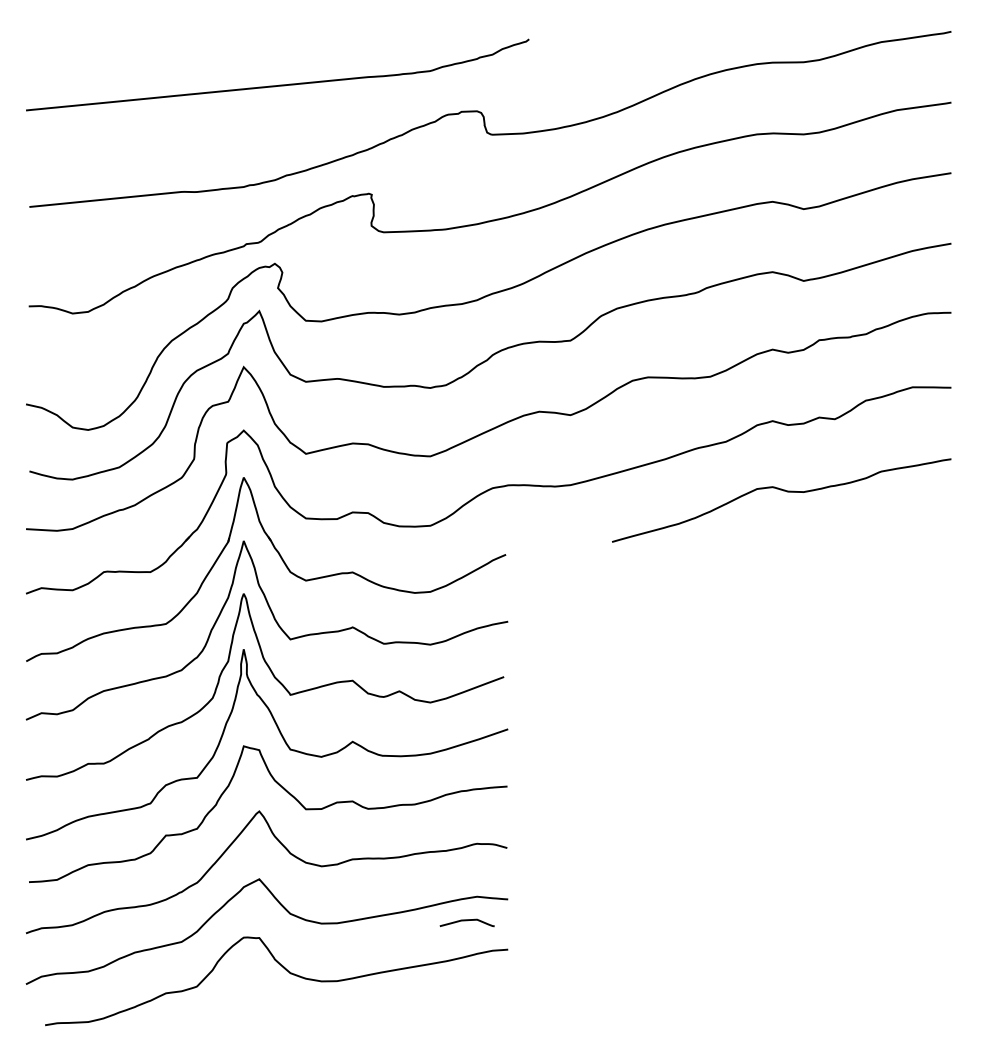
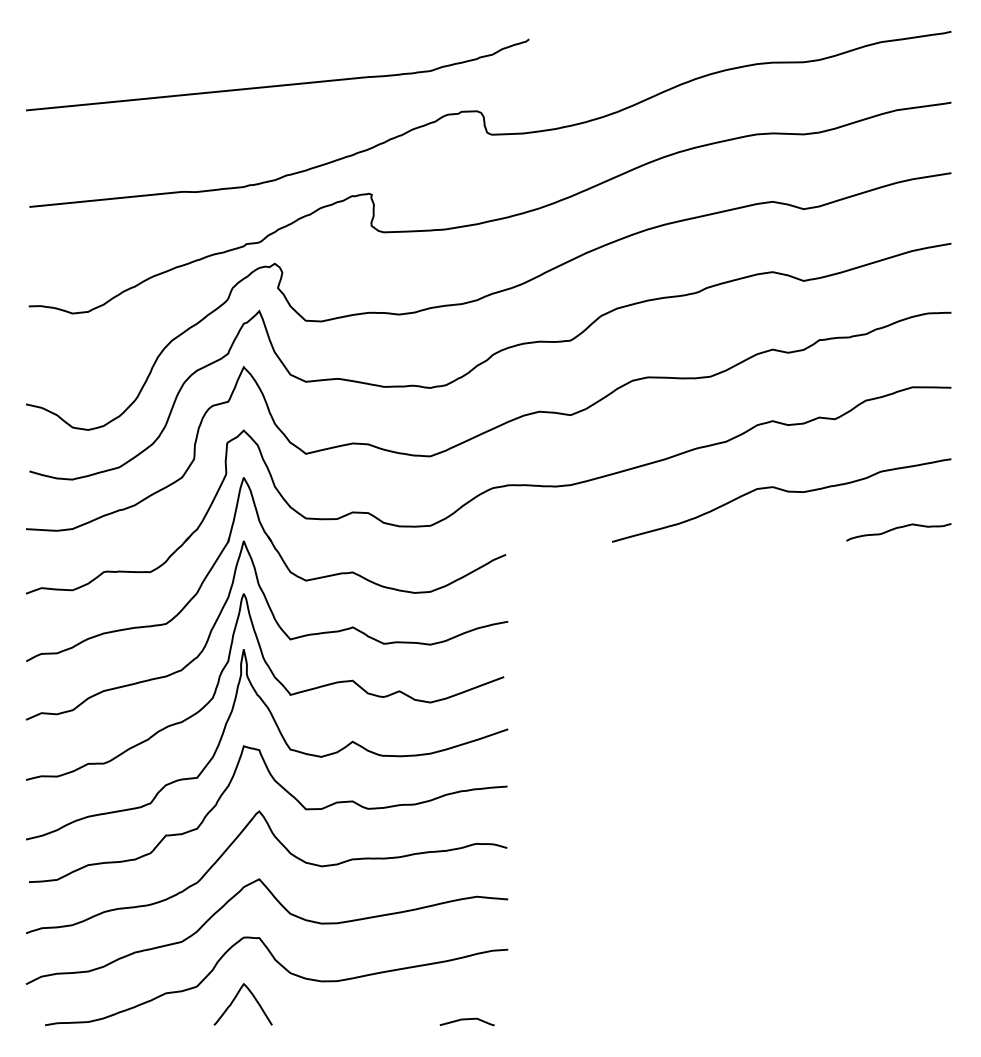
curve at (896, 529): none -> present
curve at (466, 921) position: (466, 921) -> (466, 1020)
curve at (235, 999): none -> present
